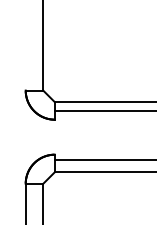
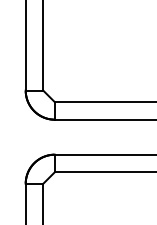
line at (25, 46): none -> present
line at (103, 110) position: (103, 110) -> (103, 119)
line at (103, 159) position: (103, 159) -> (103, 154)
